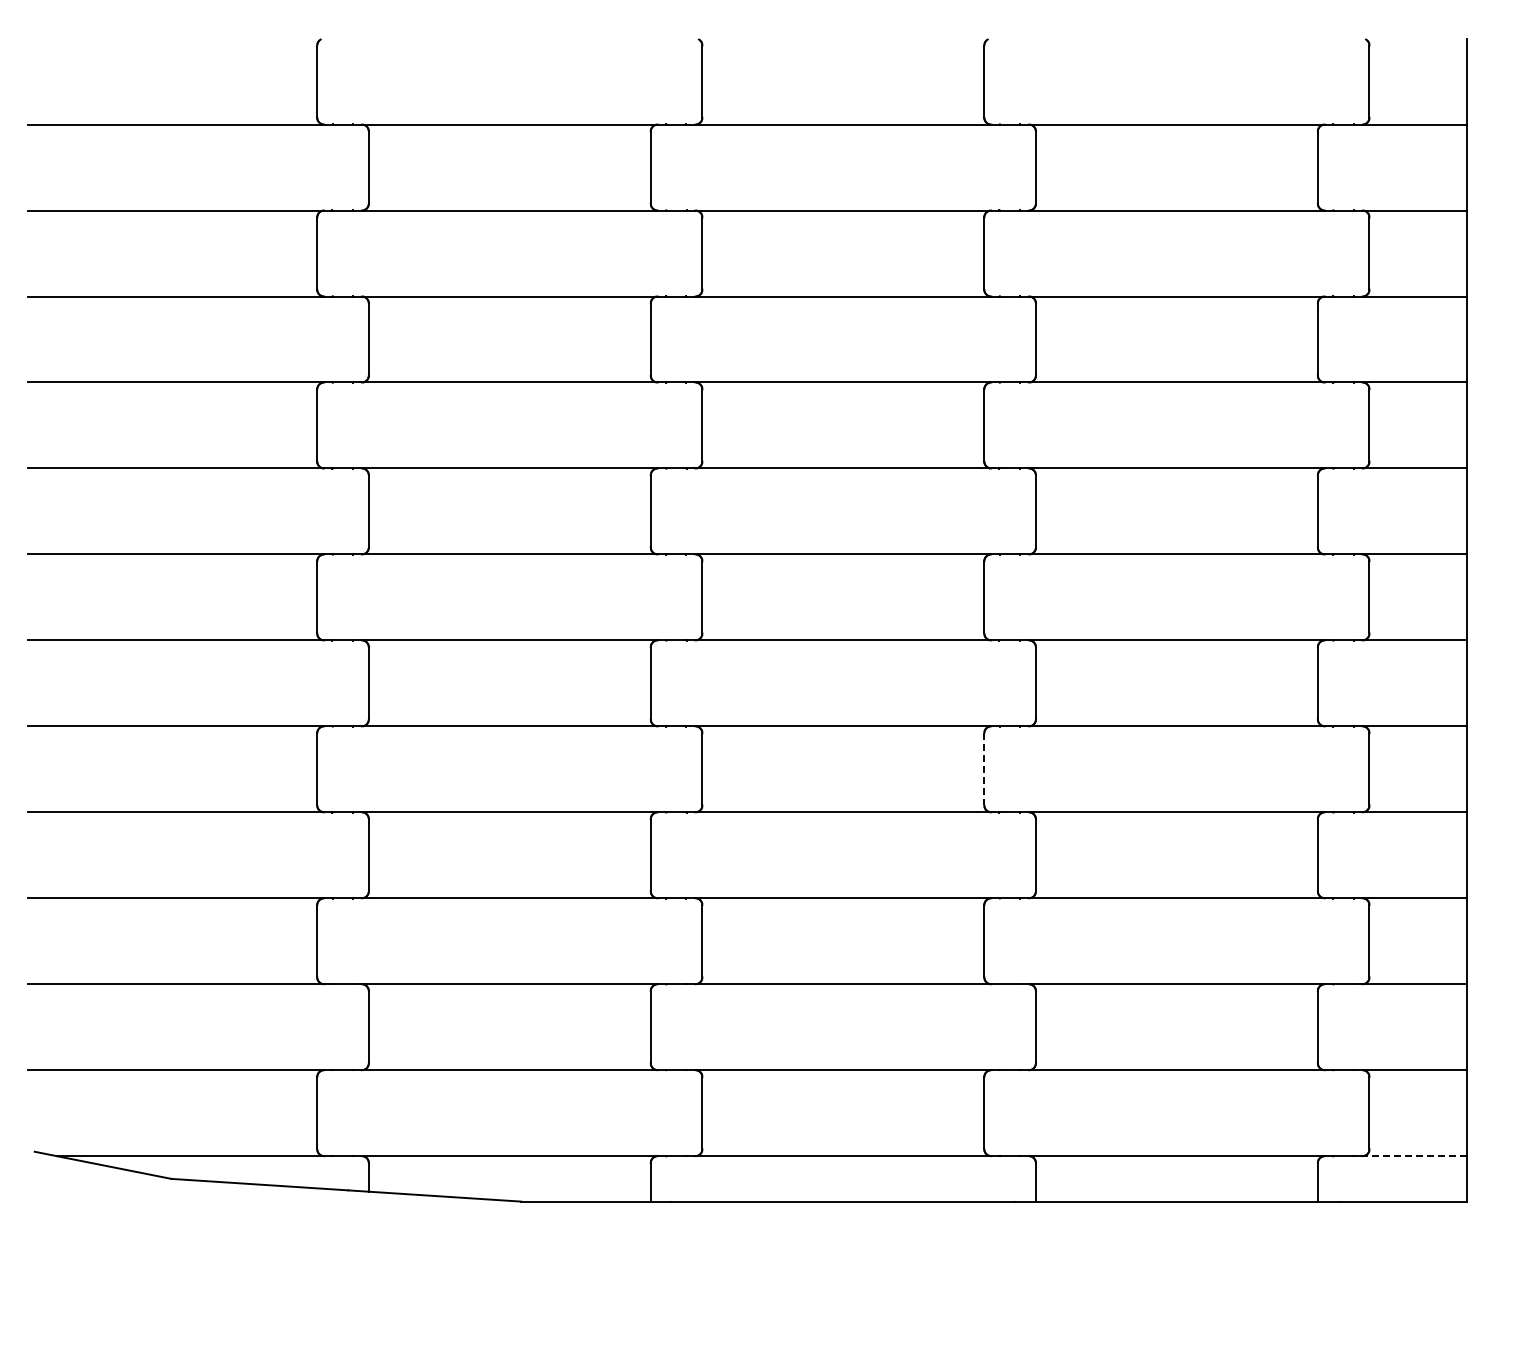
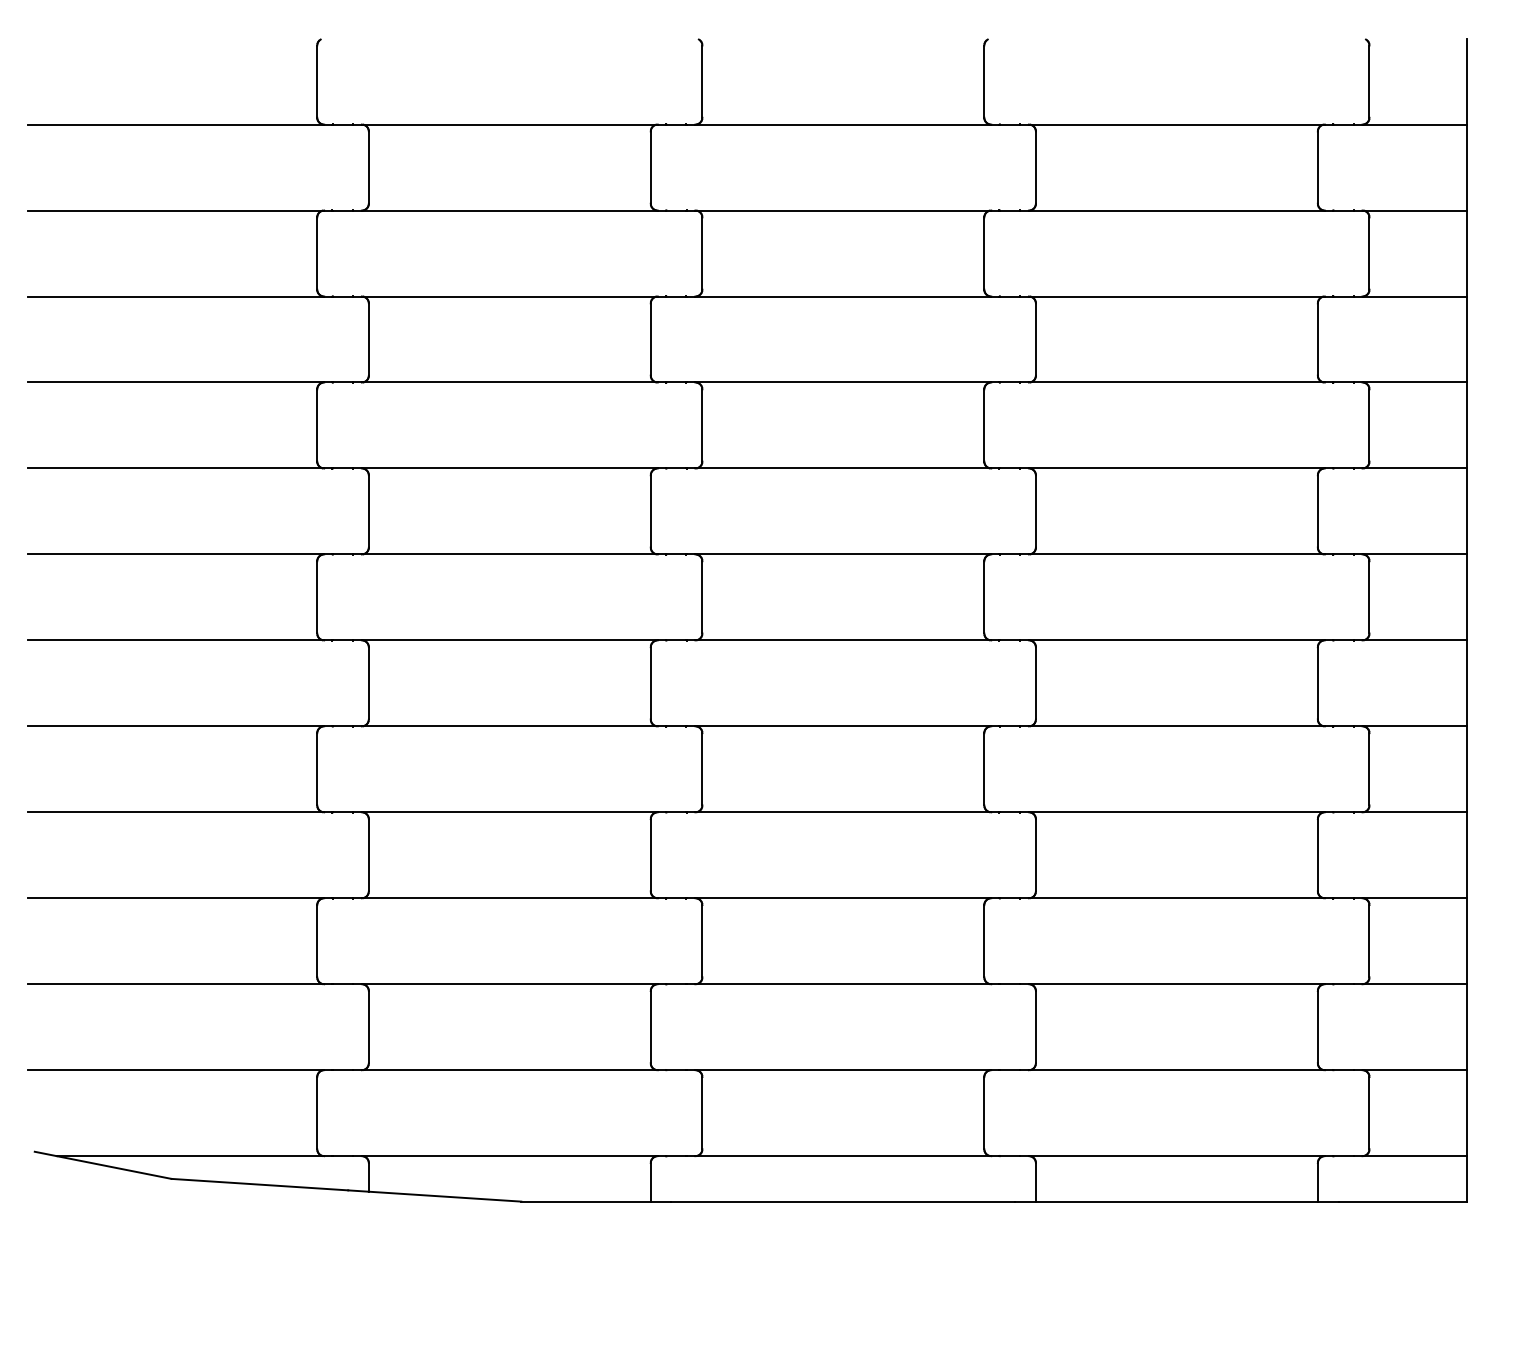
line at (984, 769): dashed -> solid
line at (1414, 1156): dashed -> solid
